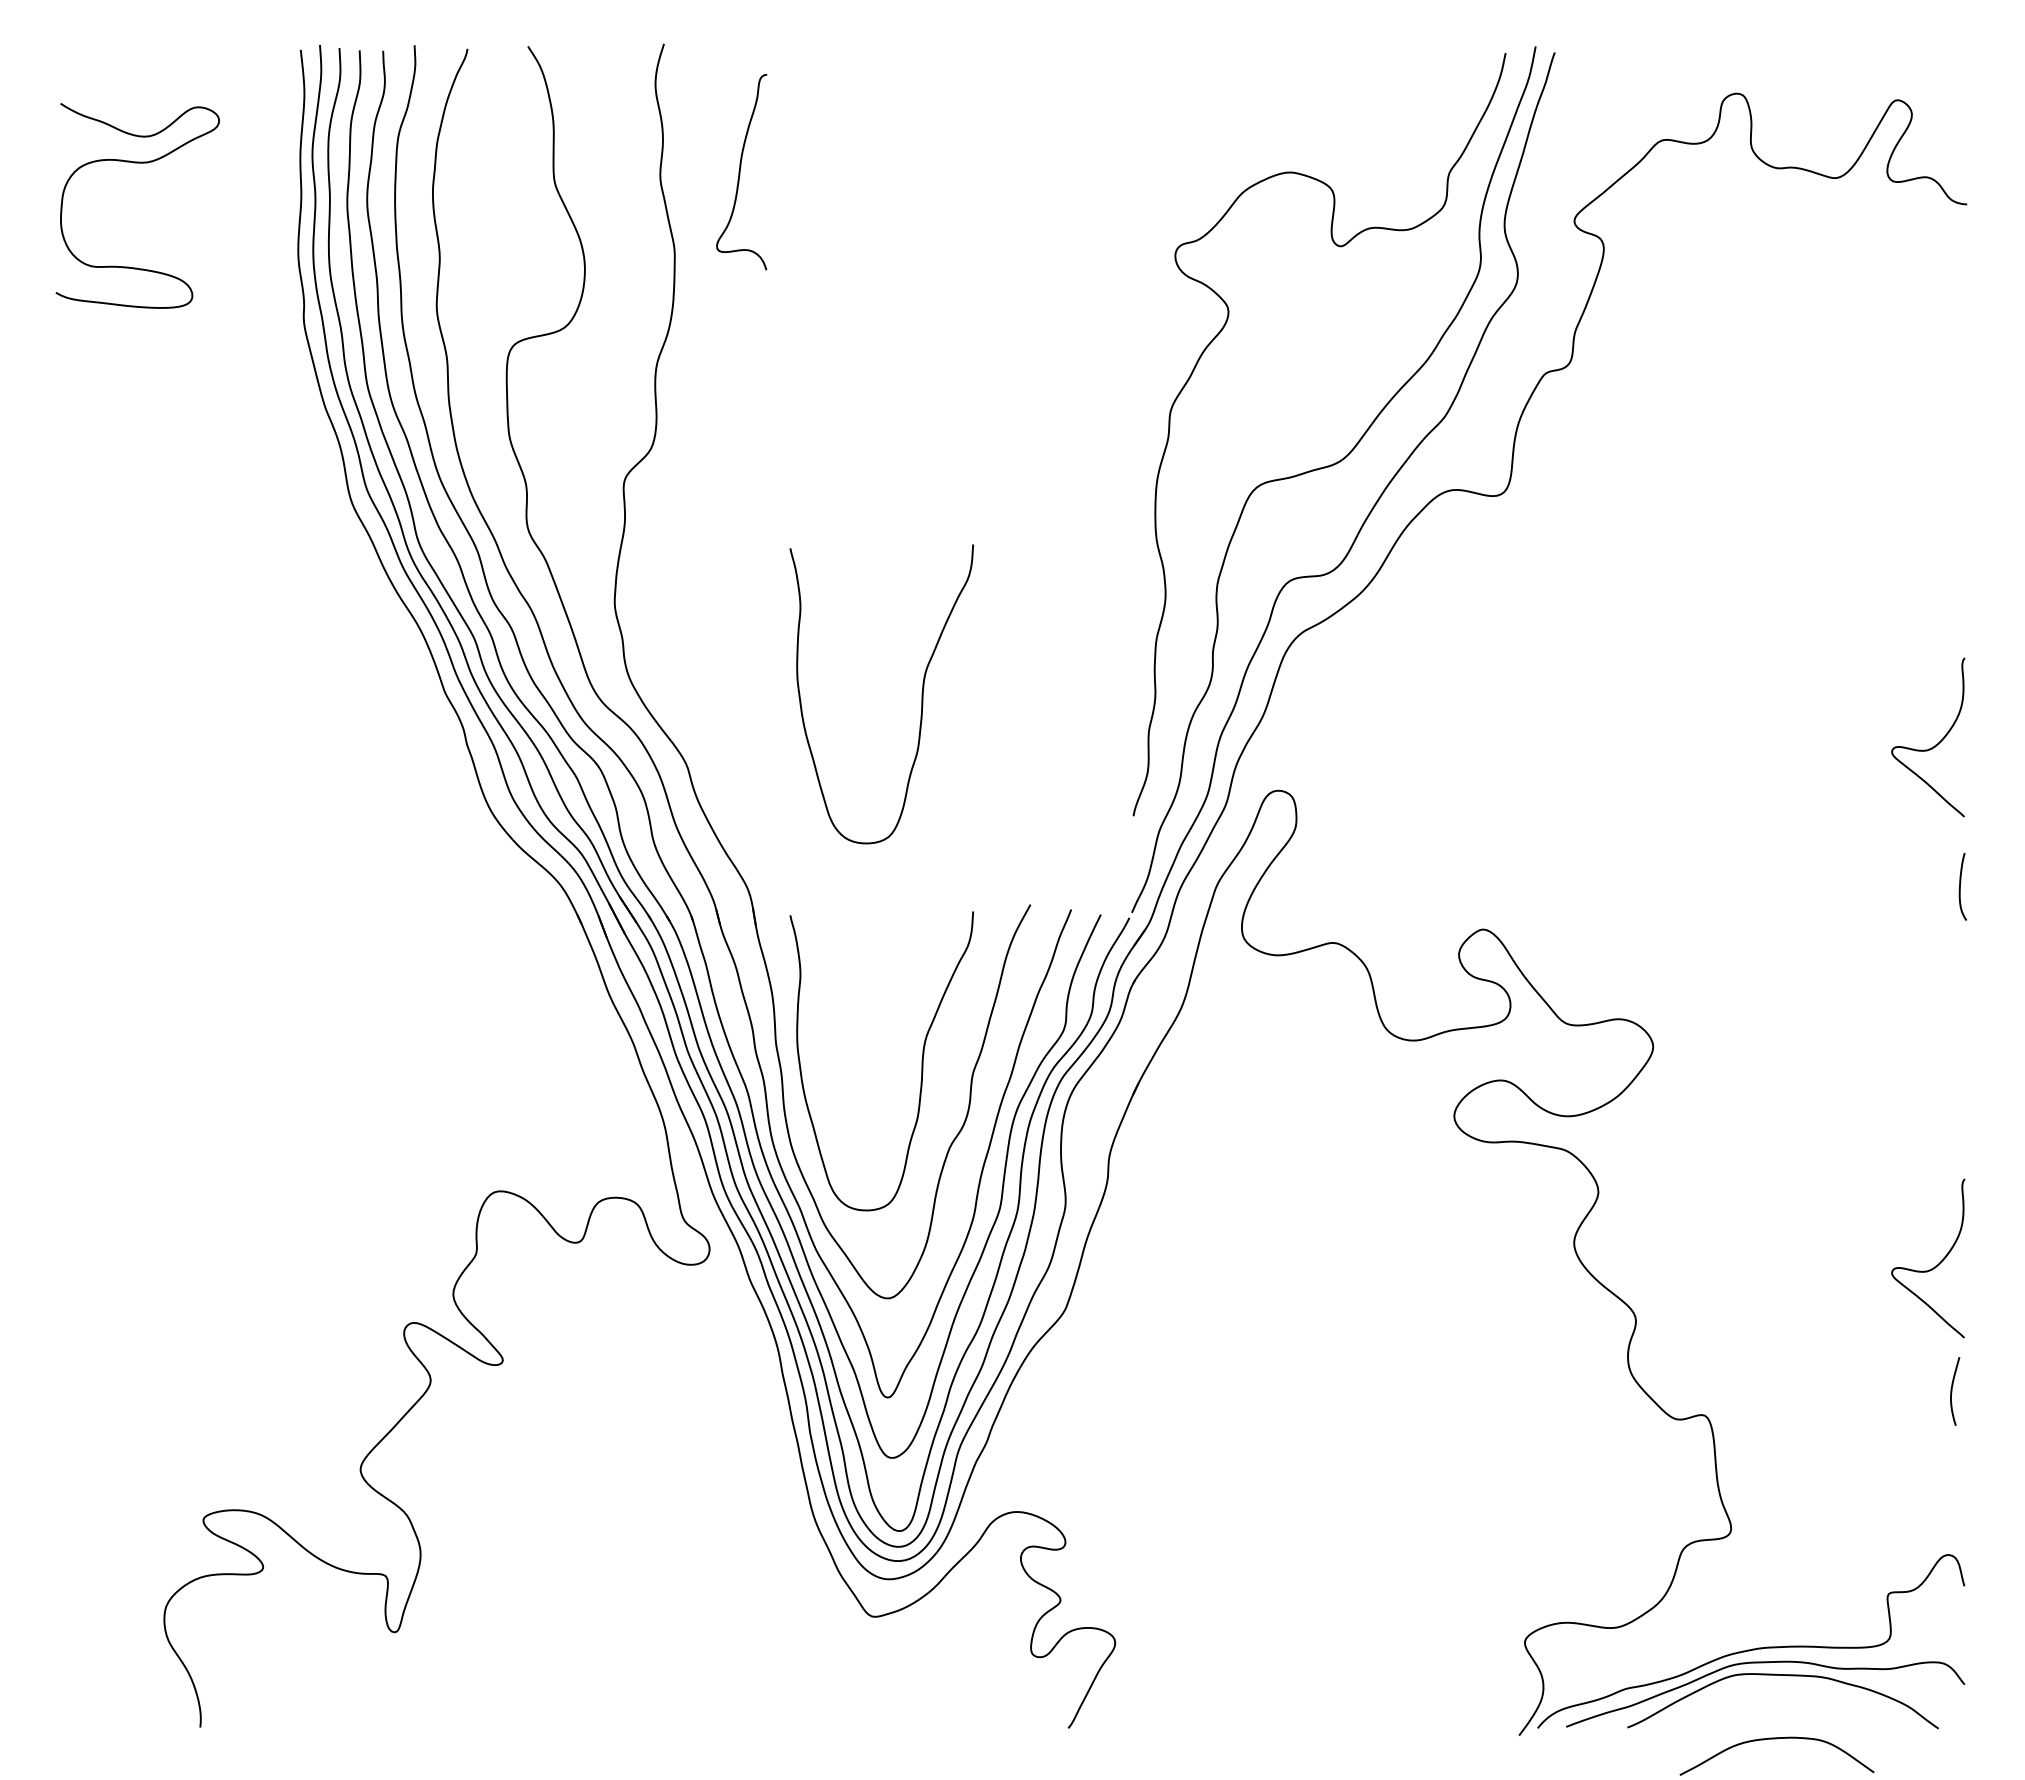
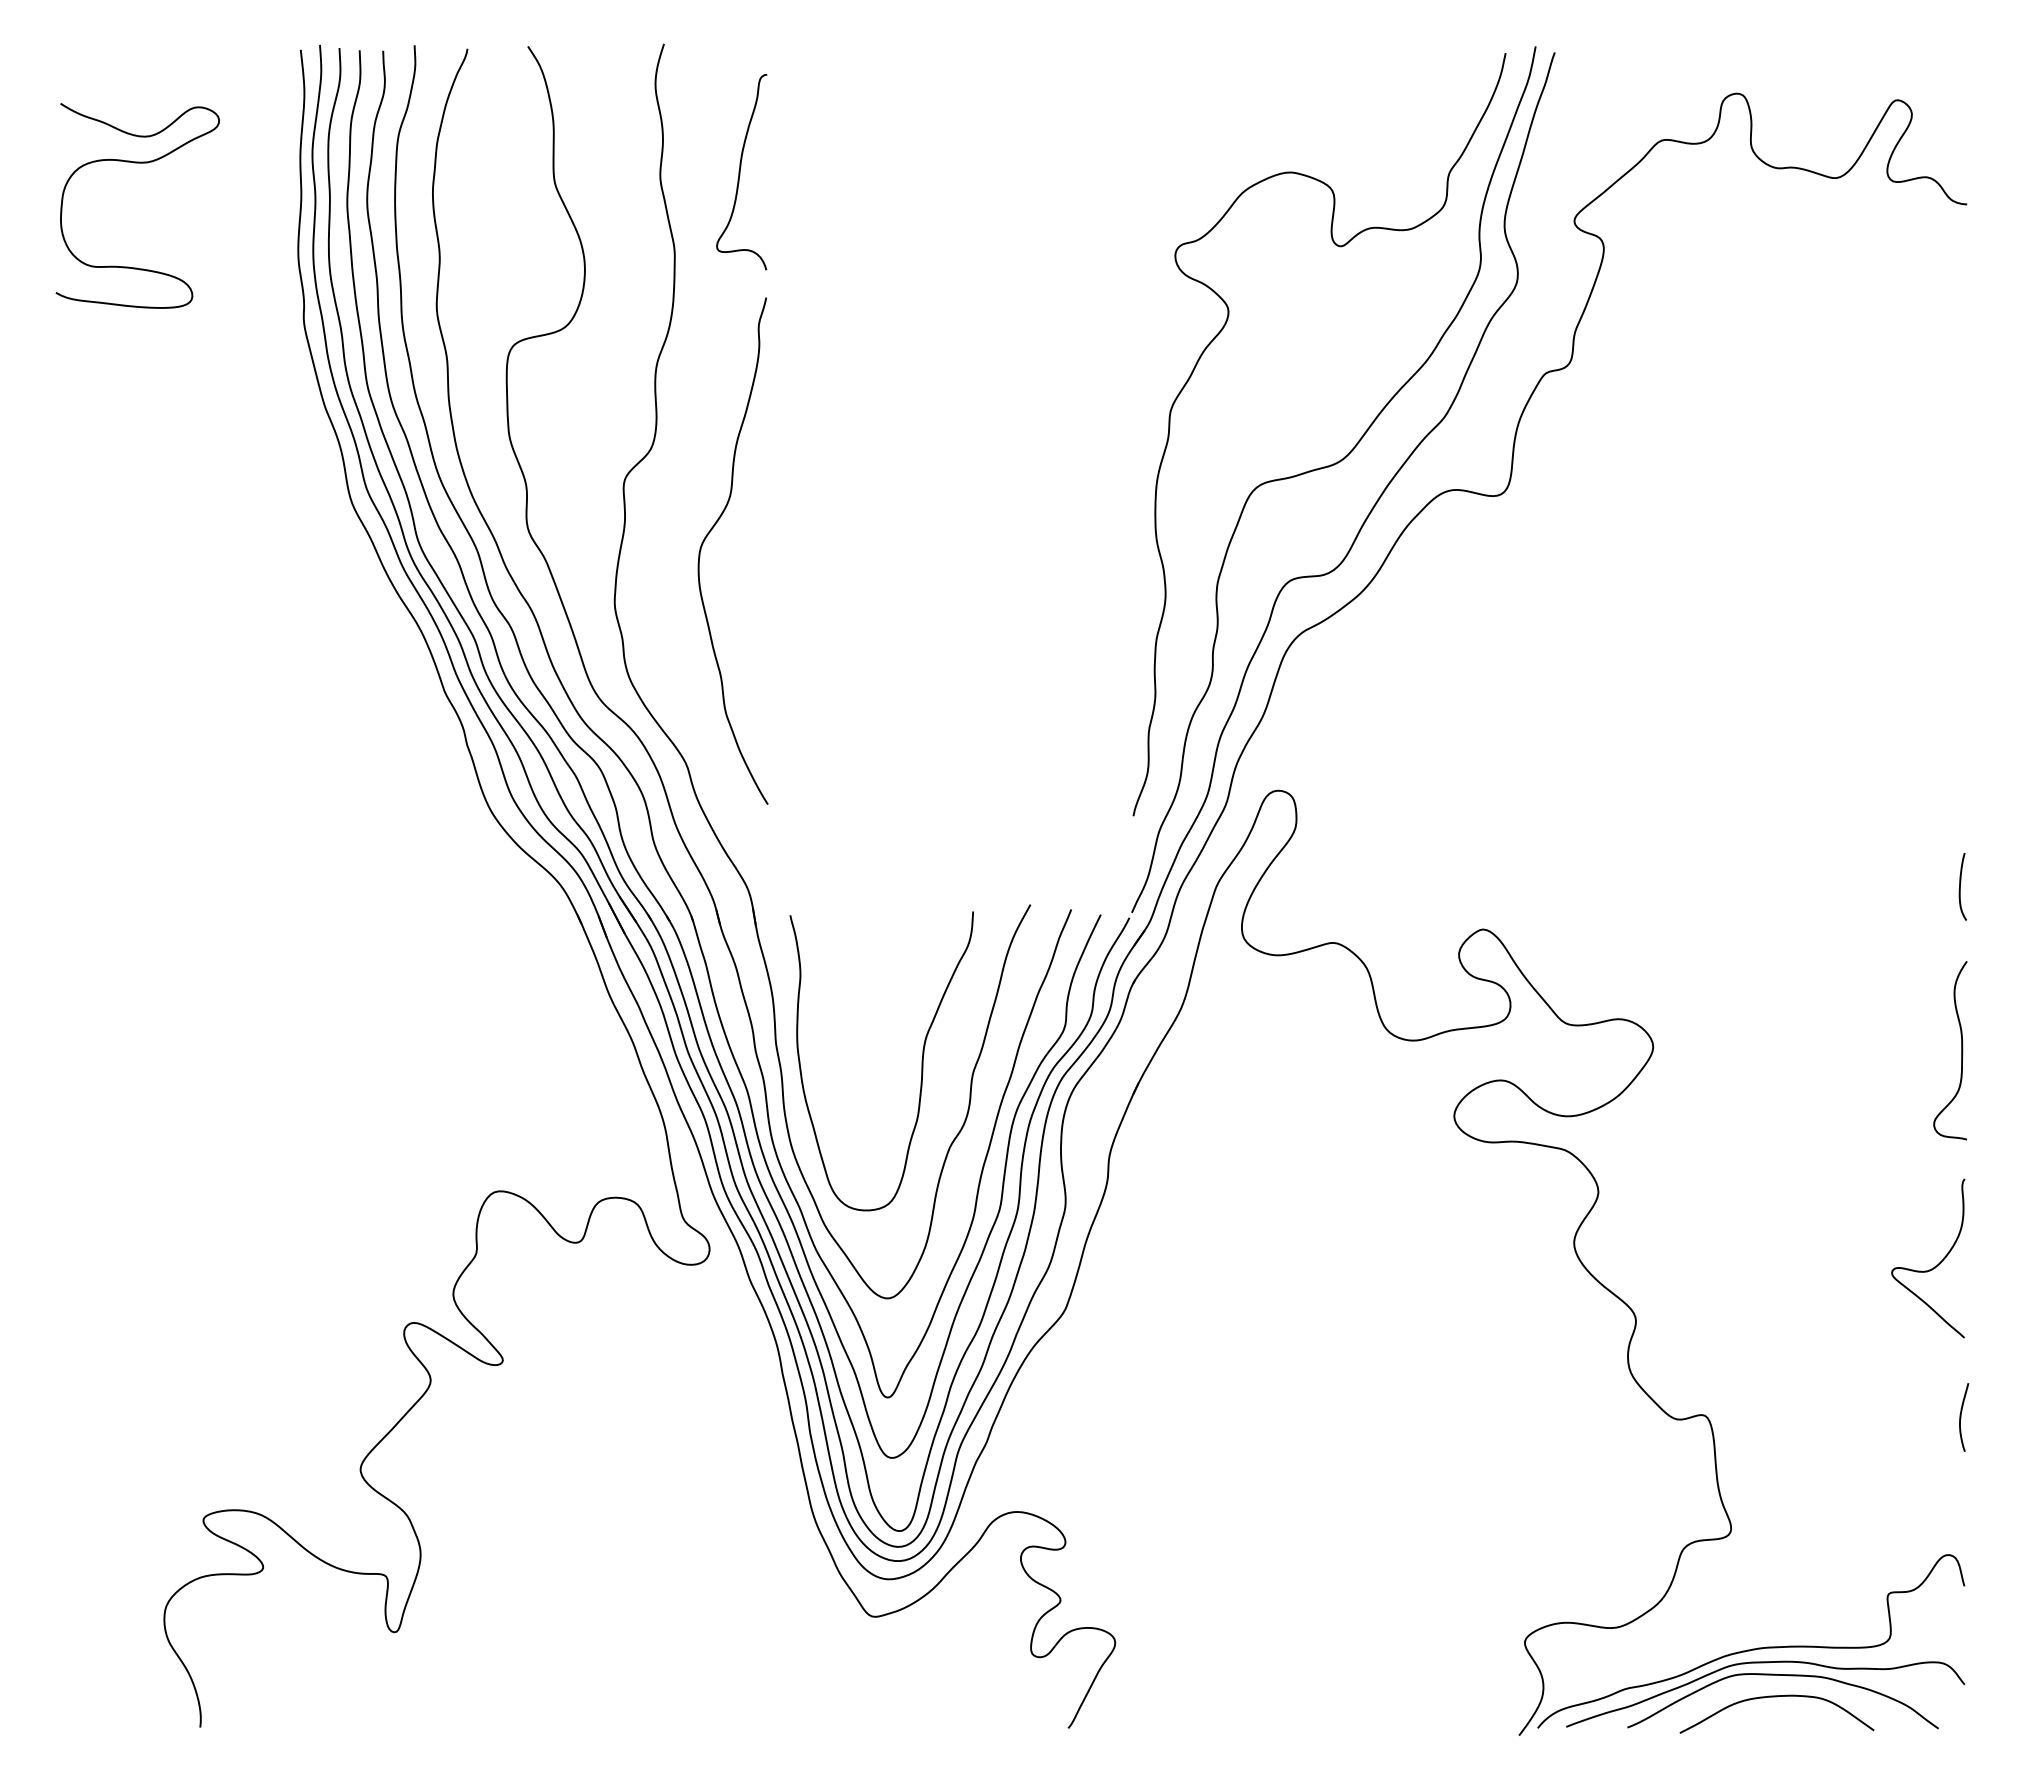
curve at (708, 535): none -> present
curve at (921, 694): present -> none
curve at (1935, 744): present -> none
curve at (1961, 1050): none -> present
curve at (1952, 1391) position: (1952, 1391) -> (1961, 1417)
curve at (1776, 1739) position: (1776, 1739) -> (1776, 1697)
